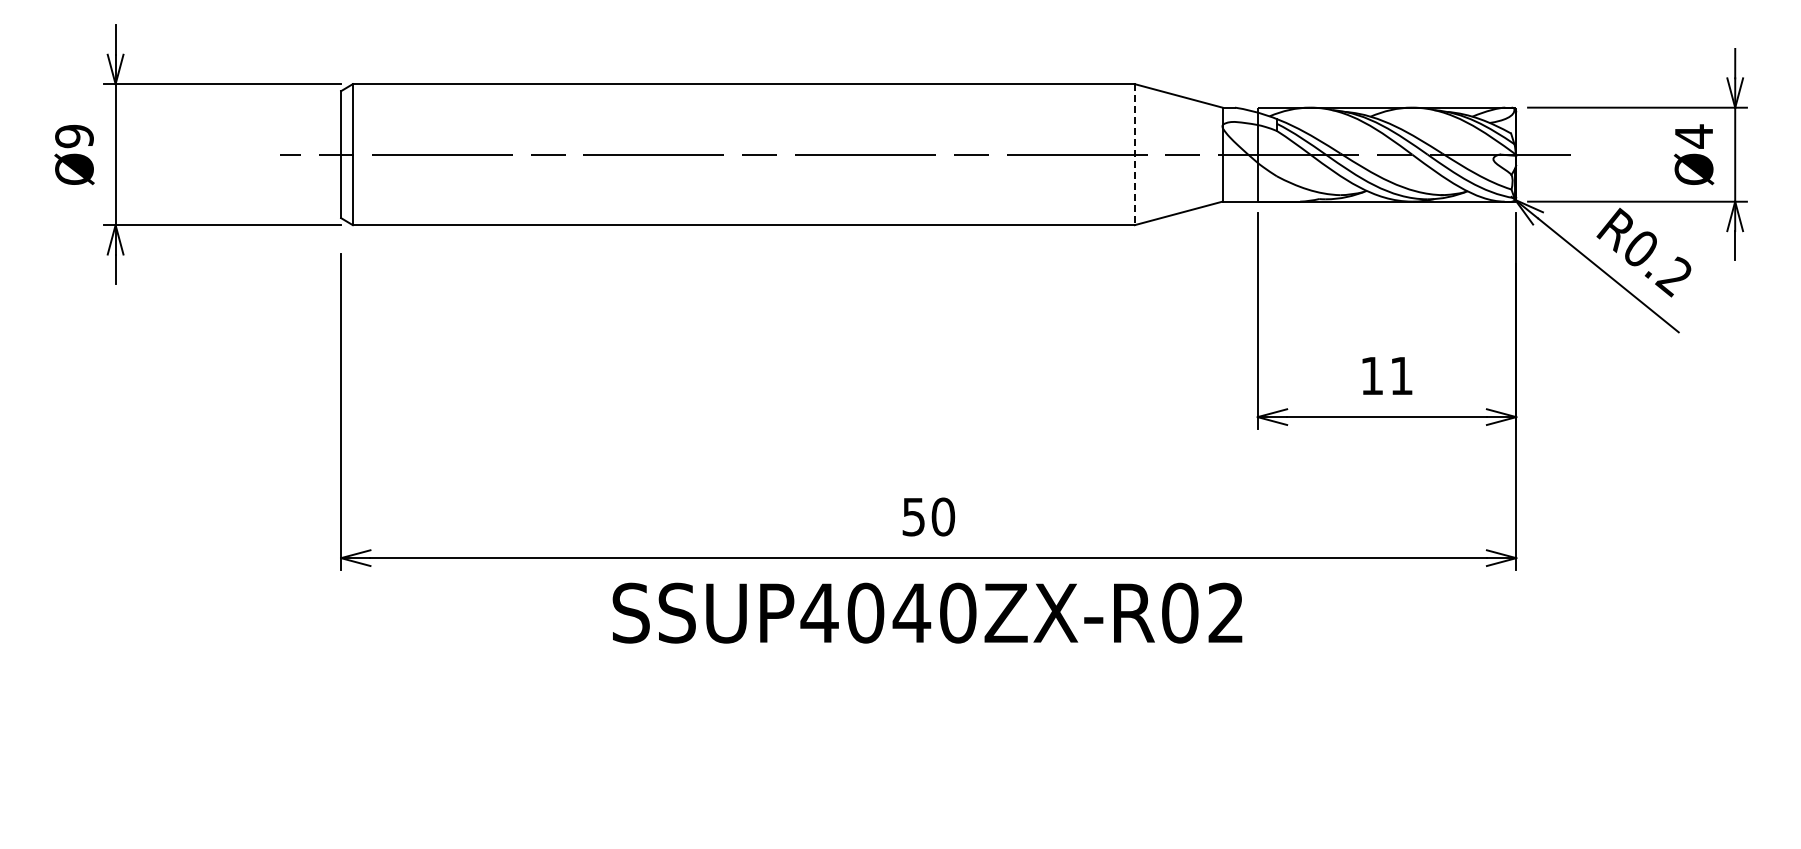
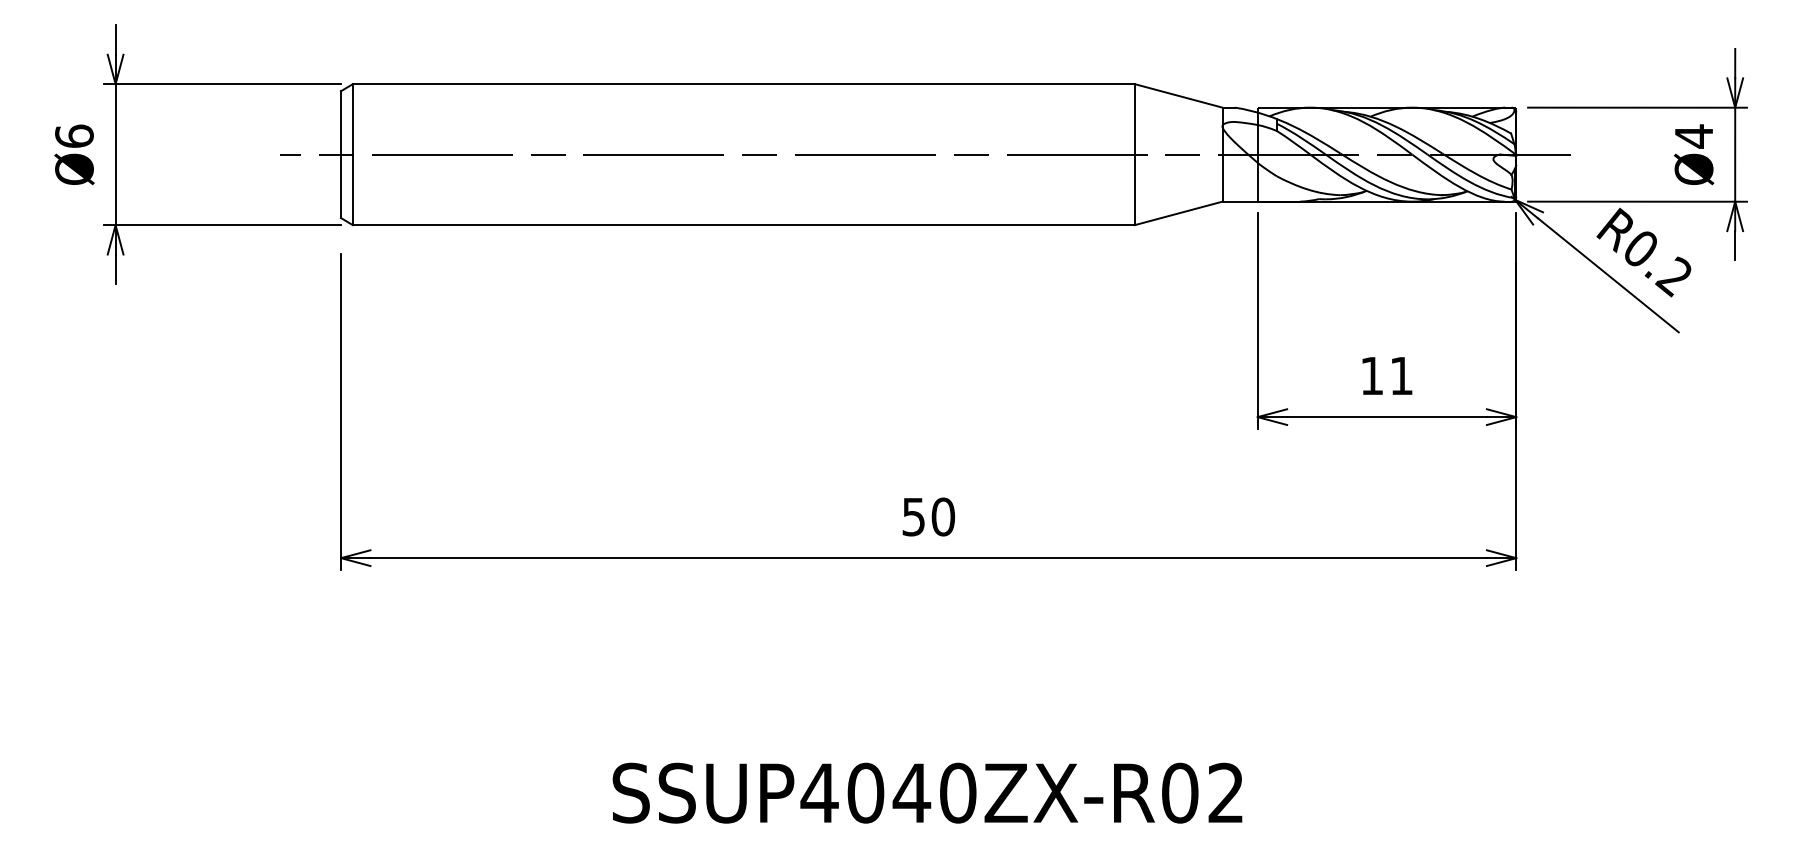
text at (74, 136): Ø9 -> Ø6
line at (1134, 154): dashed -> solid
text at (927, 612) position: (927, 612) -> (927, 792)
